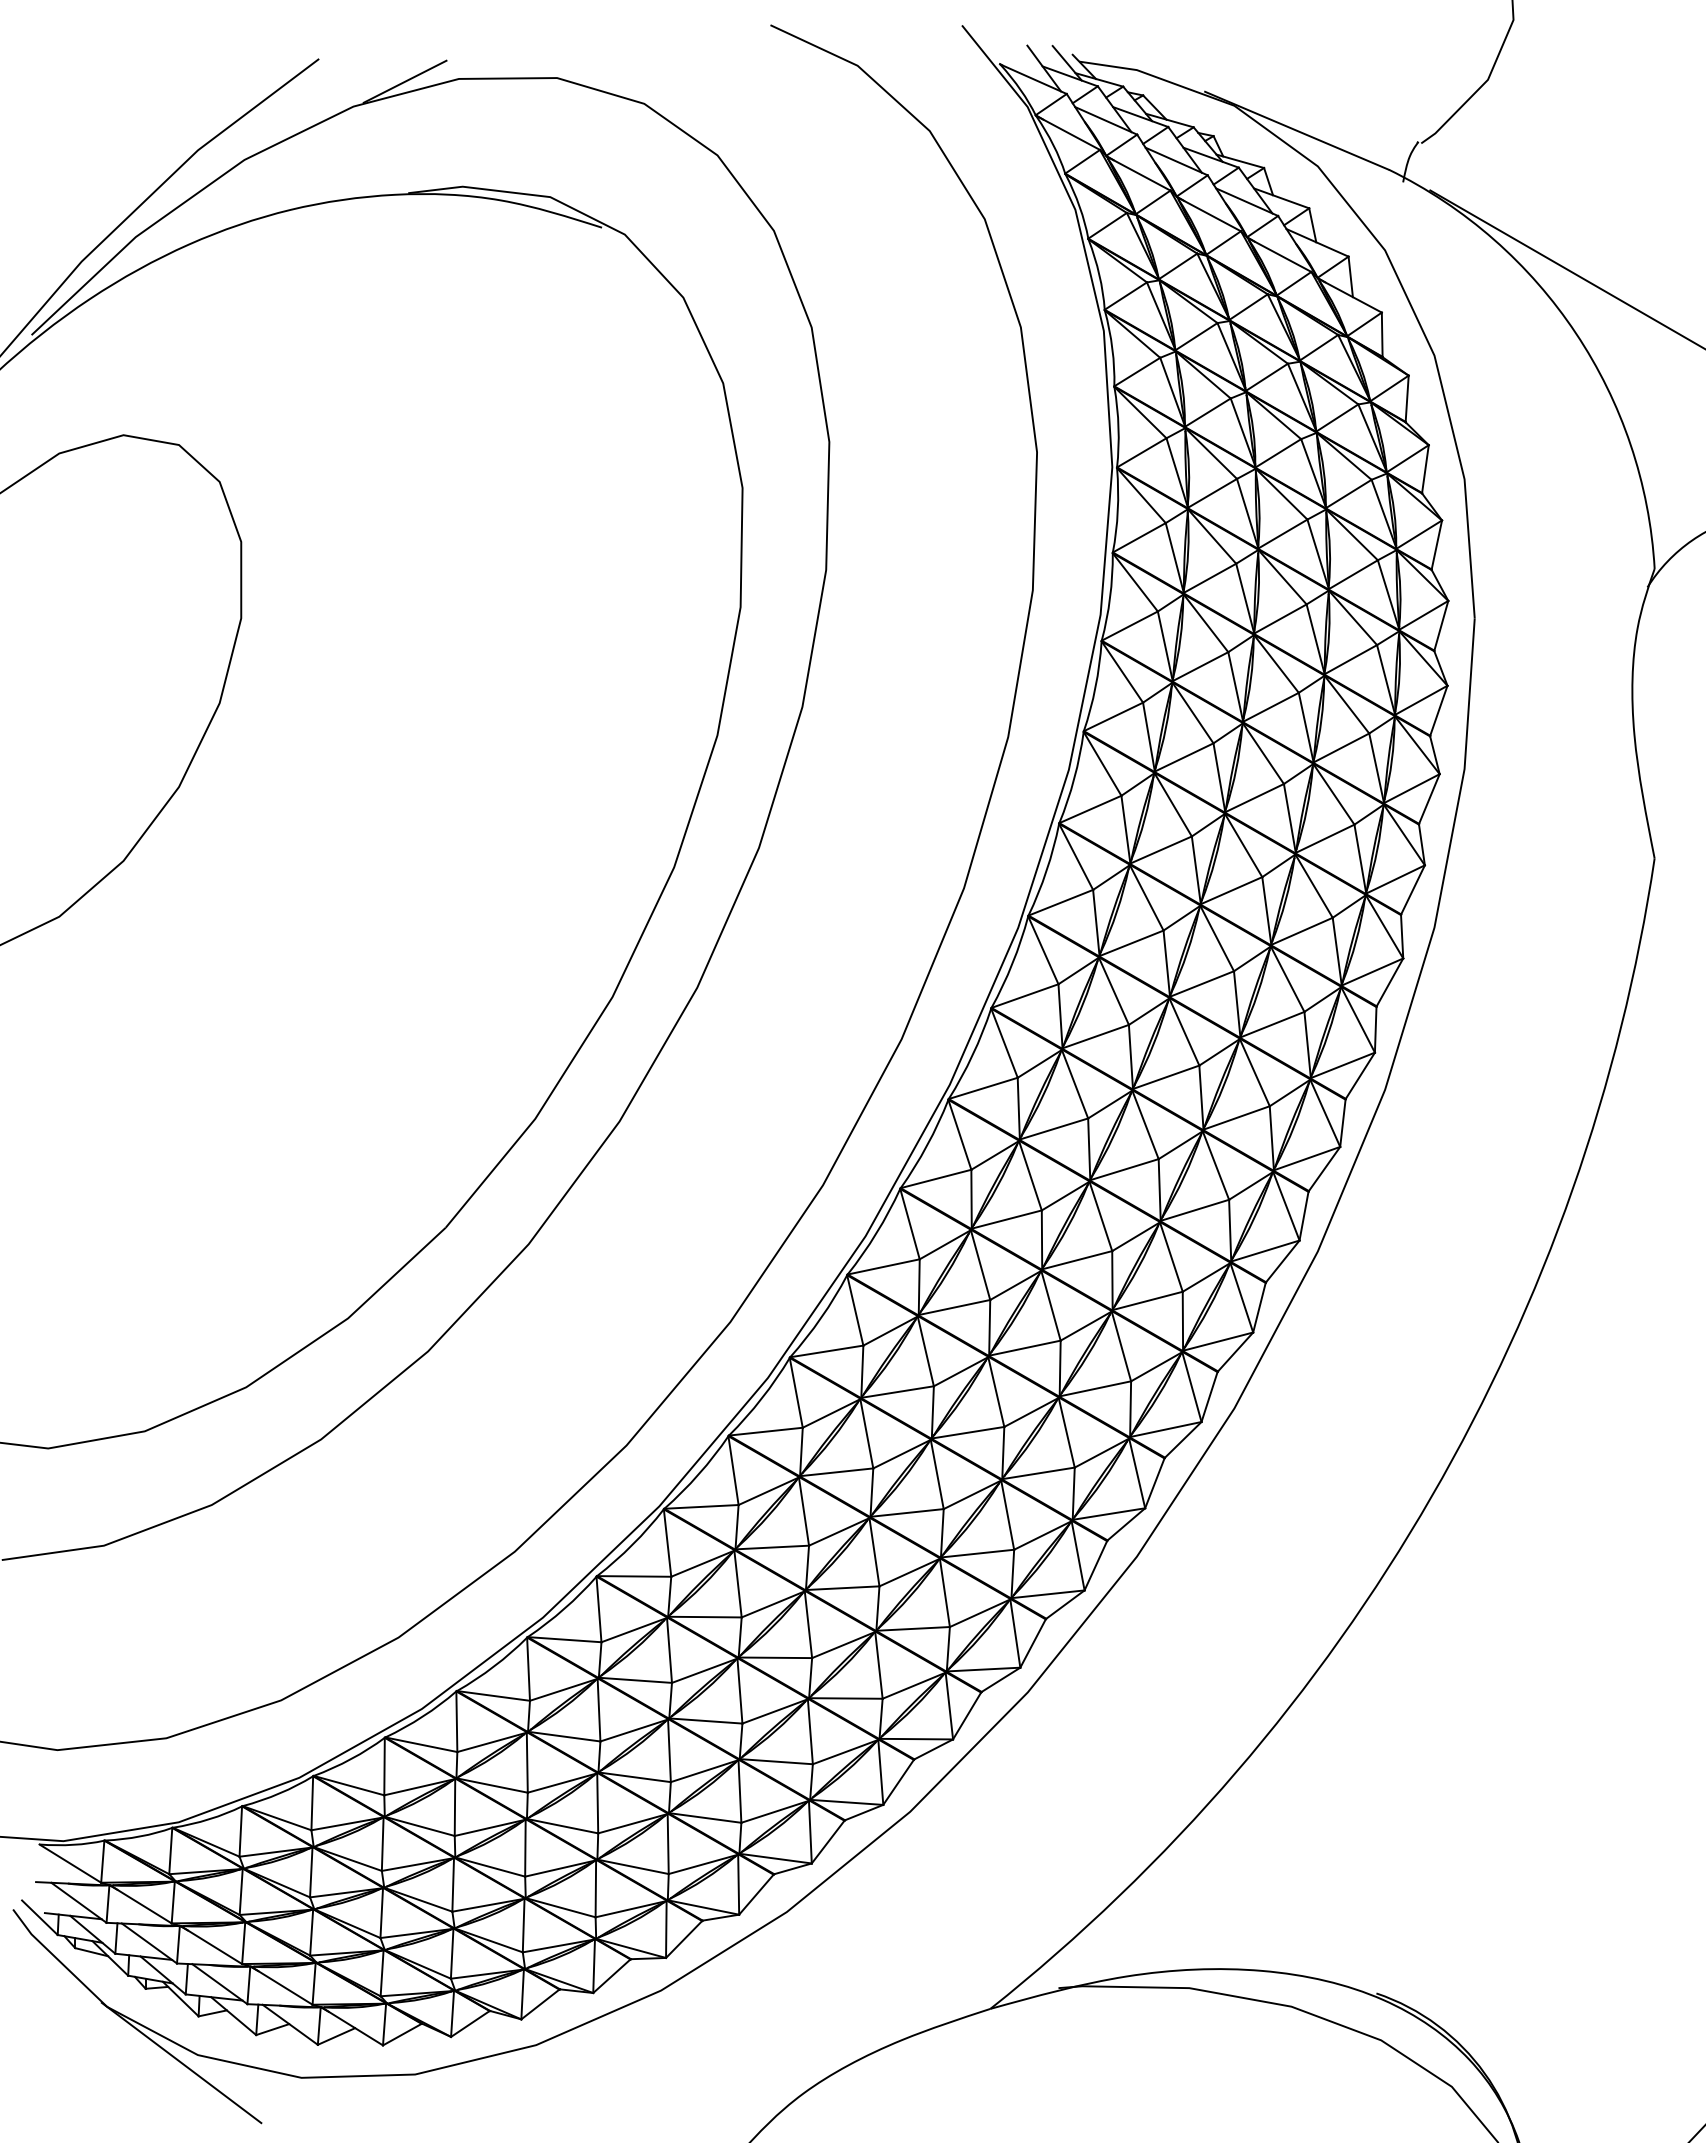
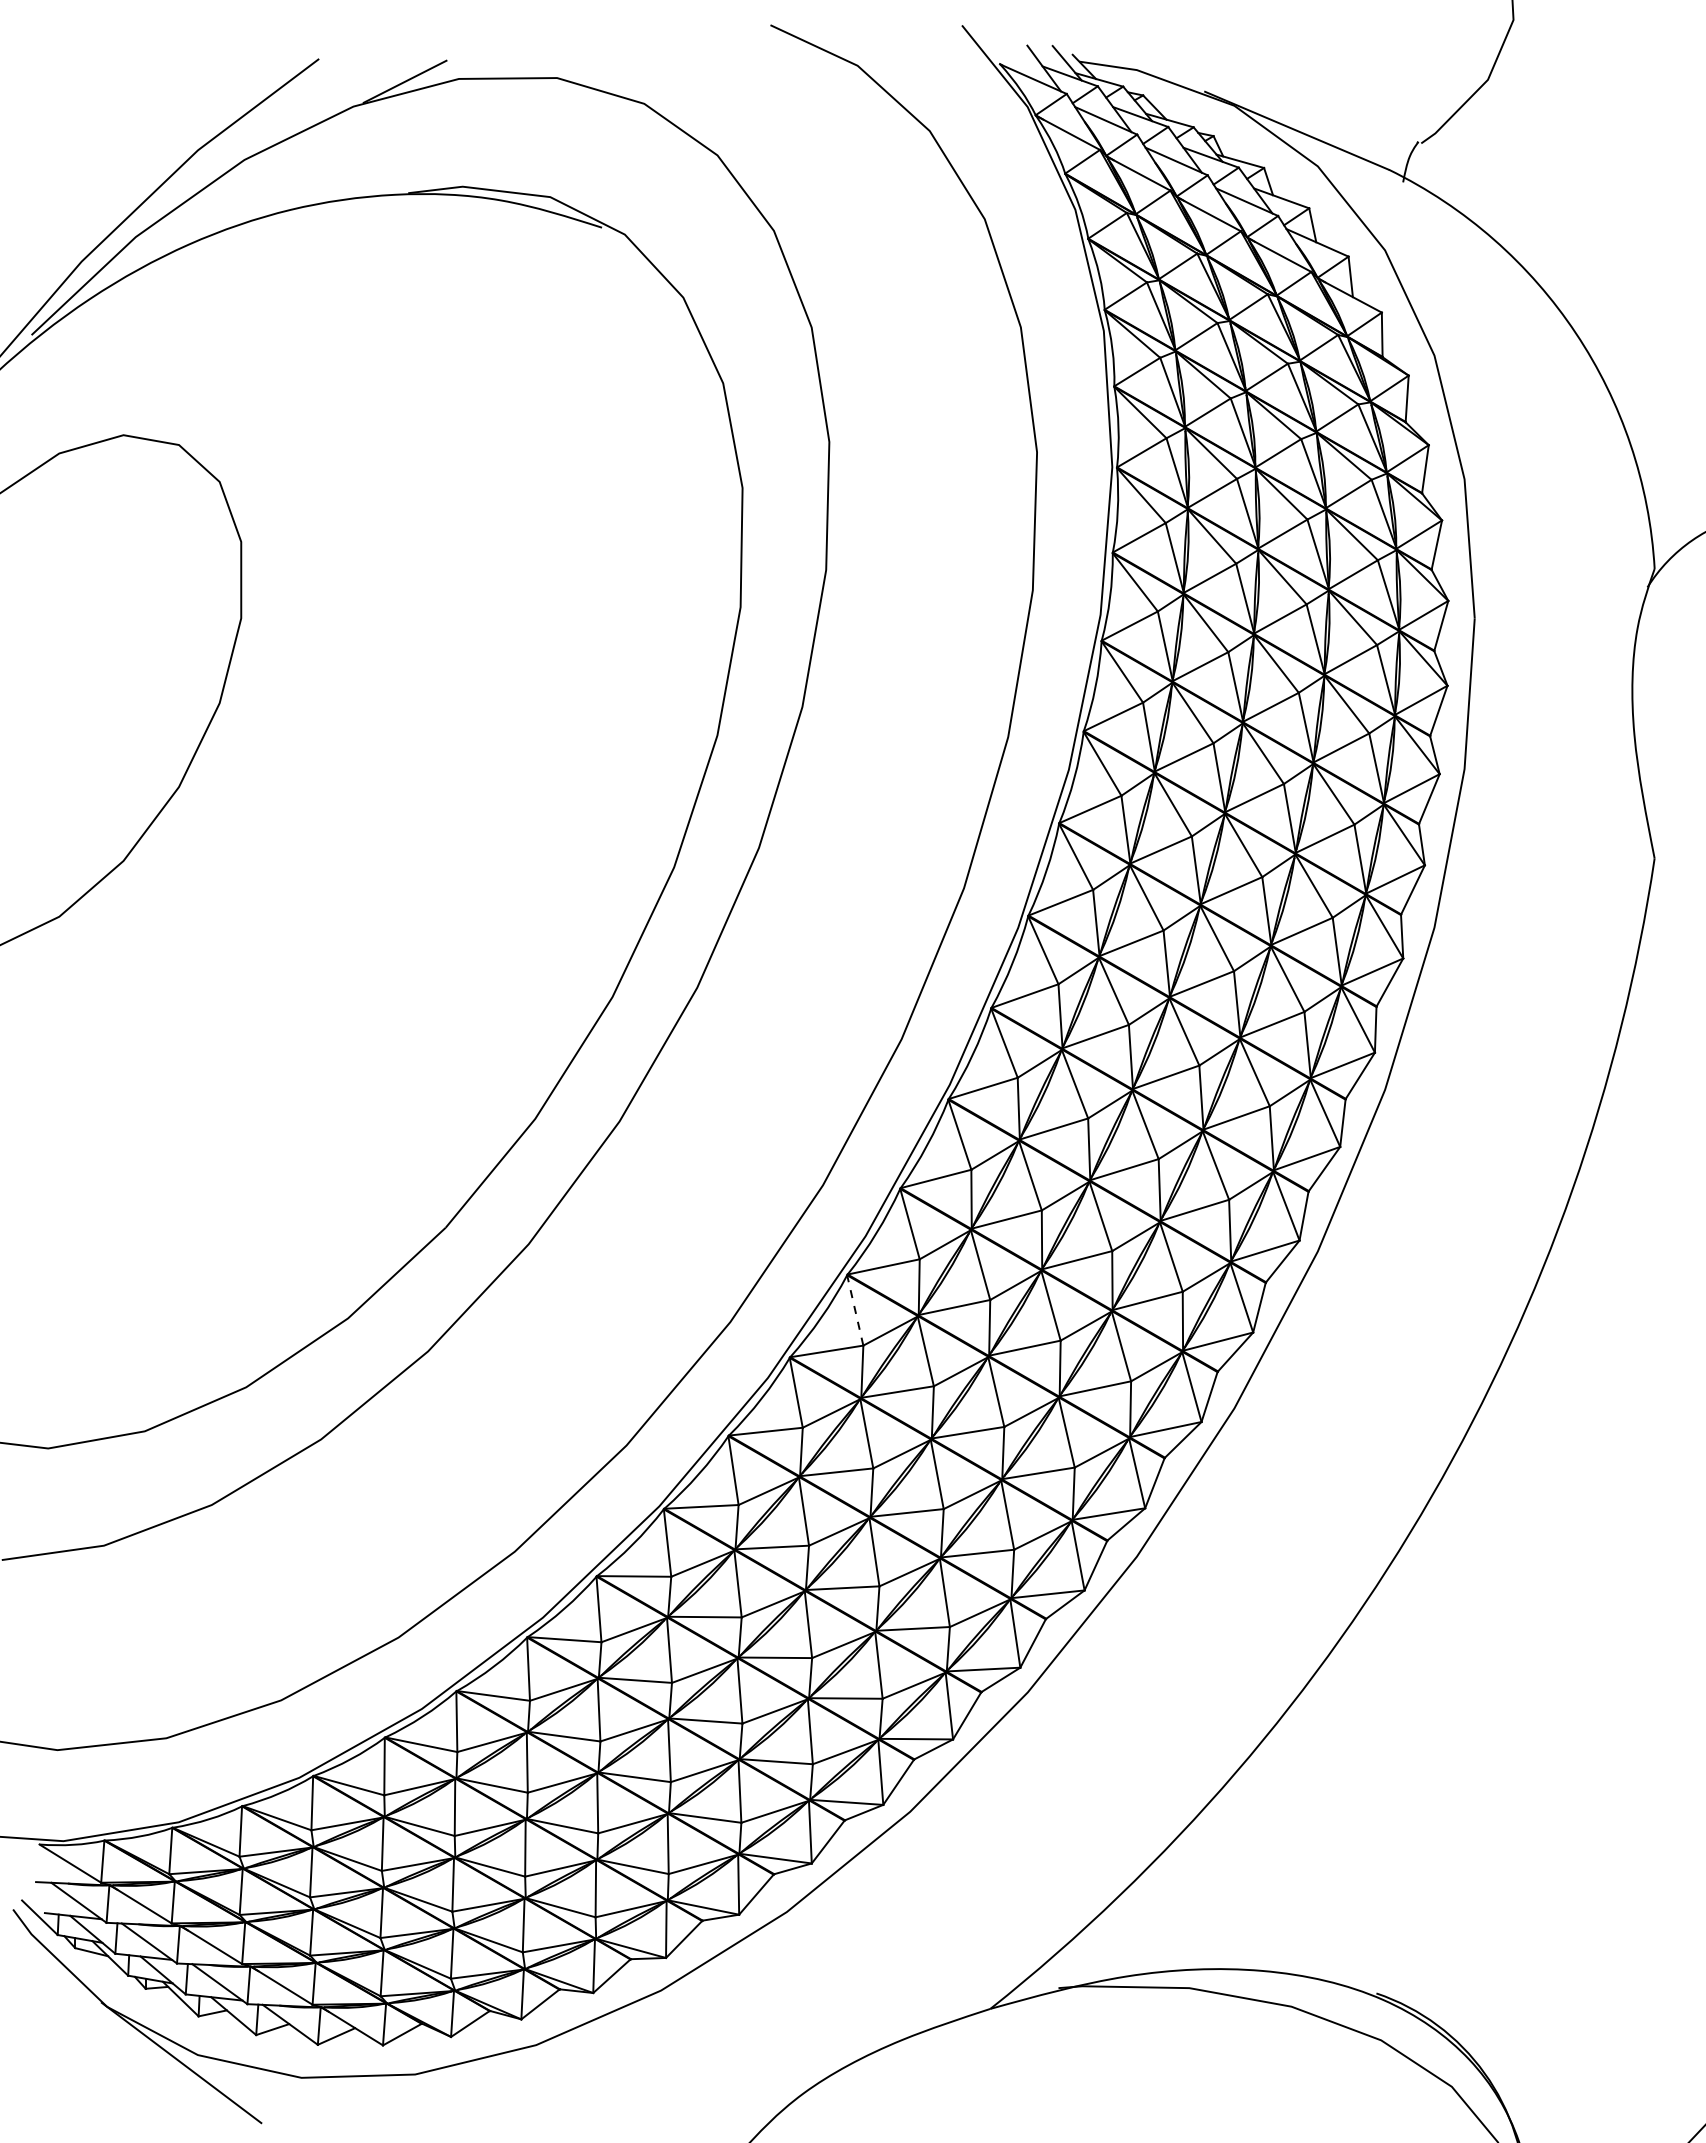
line at (1566, 268): present -> none
line at (855, 1309): solid -> dashed
